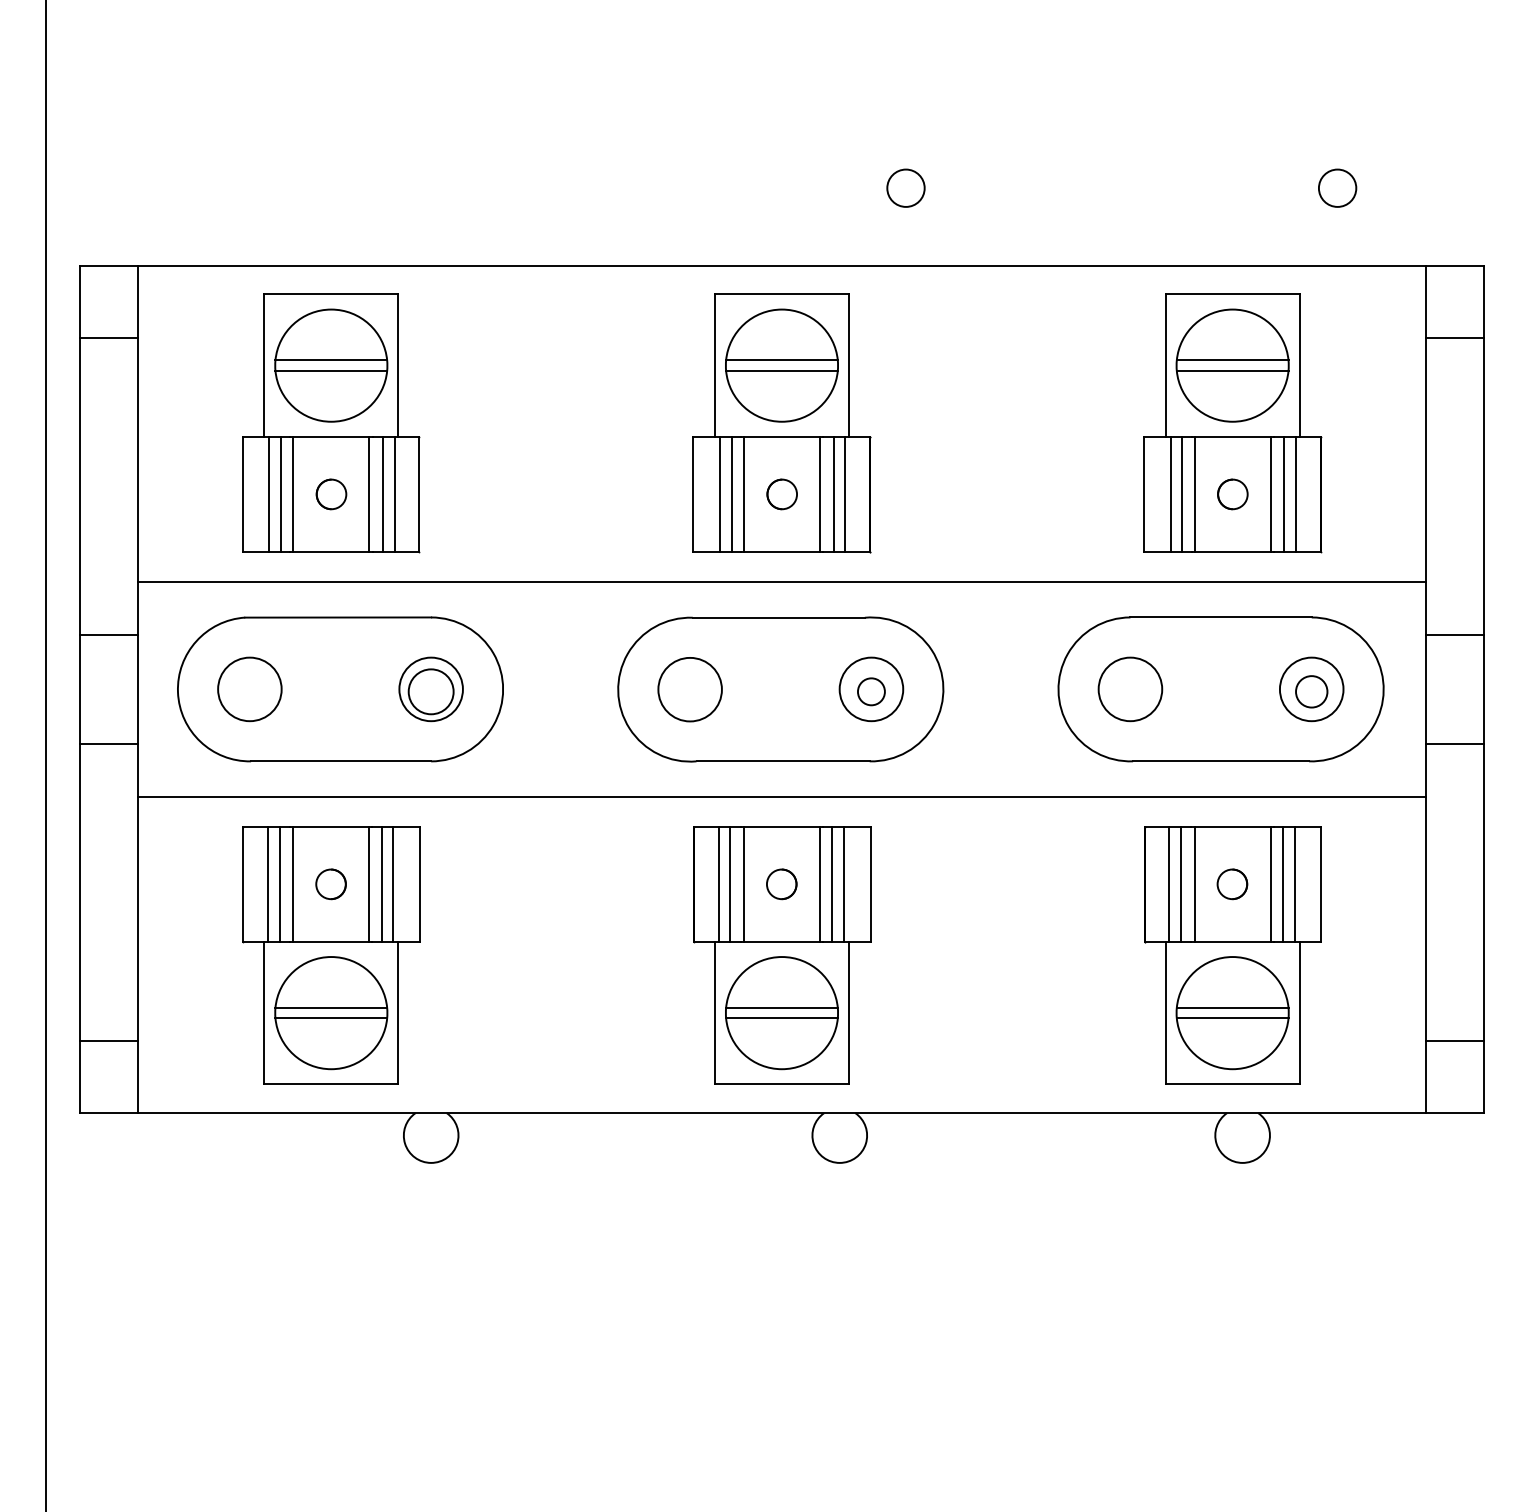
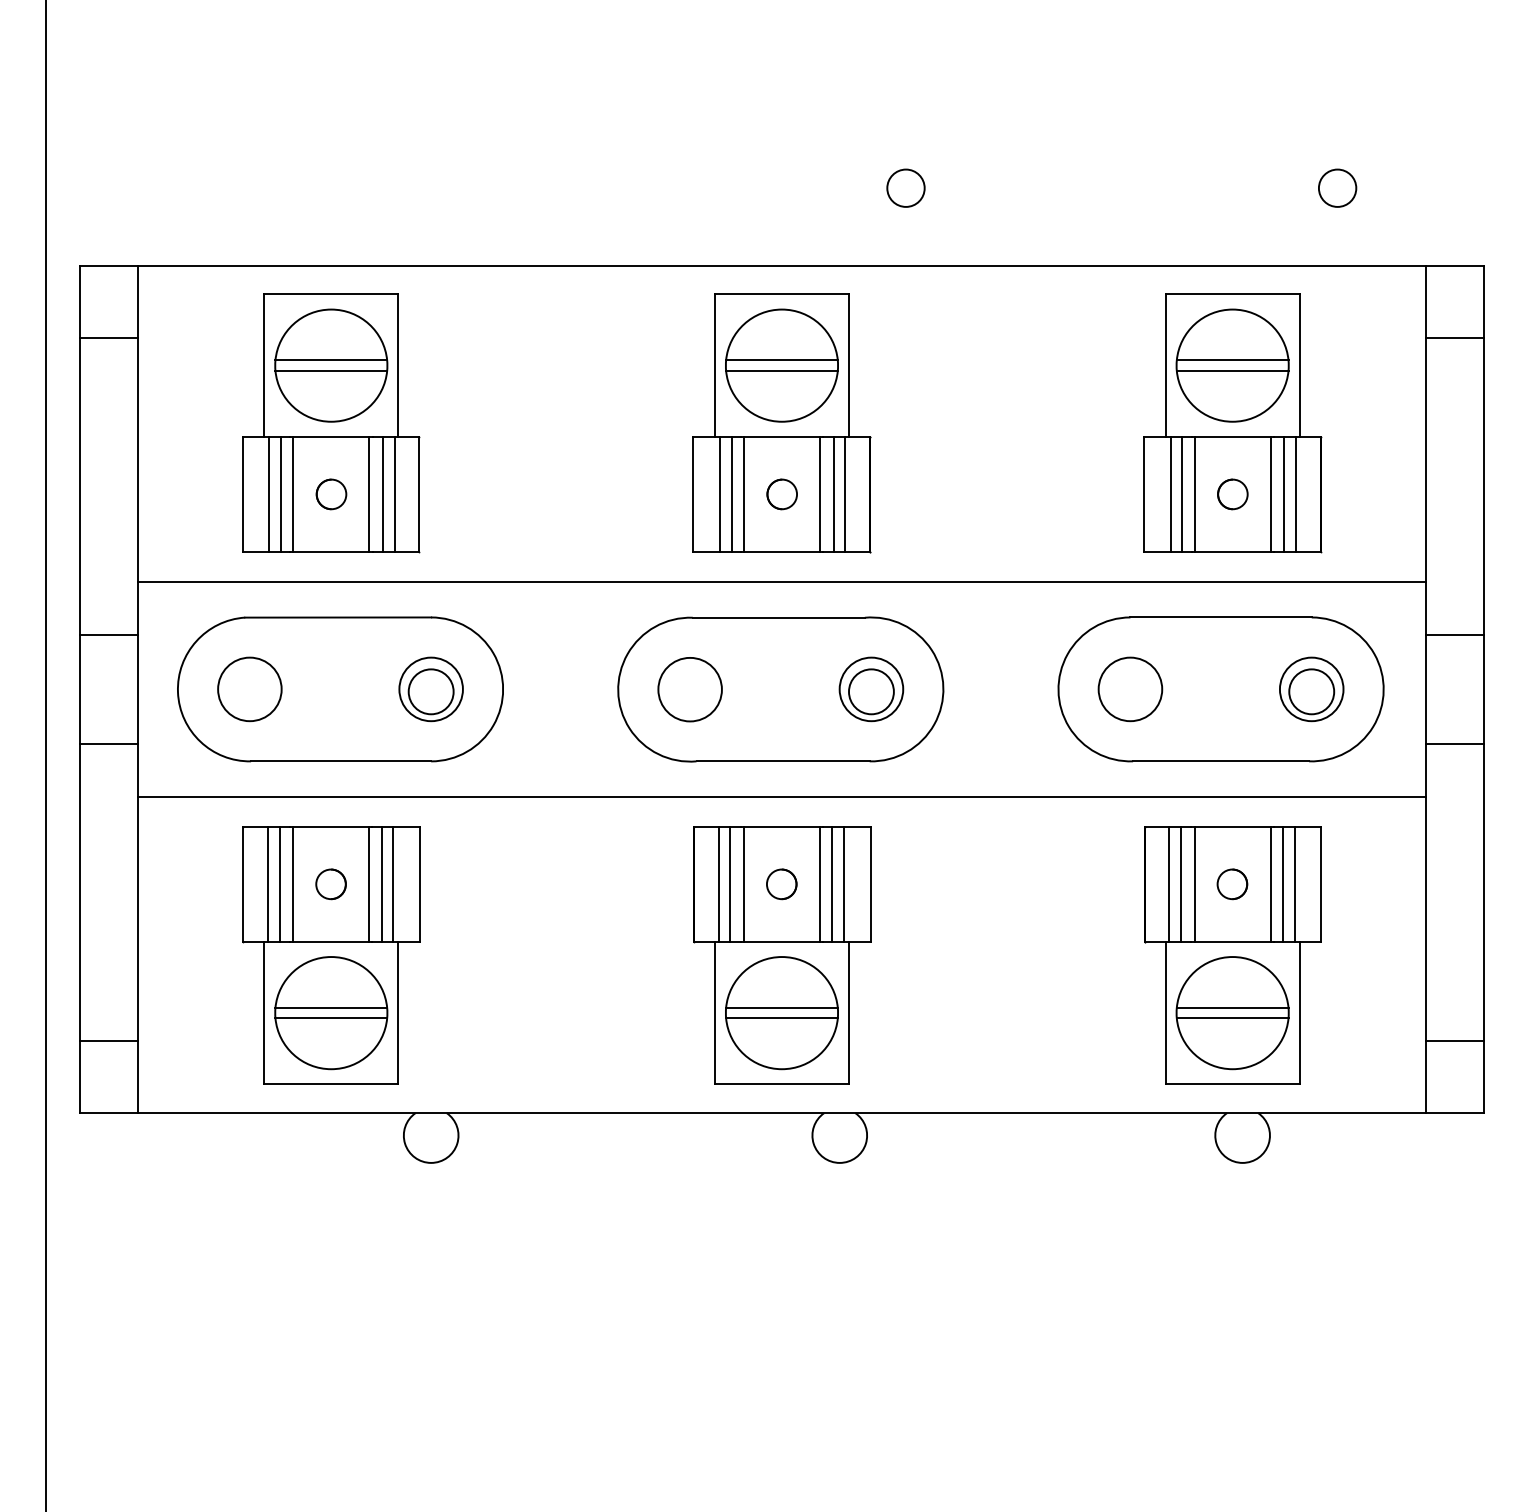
circle at (870, 691) diameter: 27 px -> 45 px
circle at (1311, 691) diameter: 31 px -> 45 px
